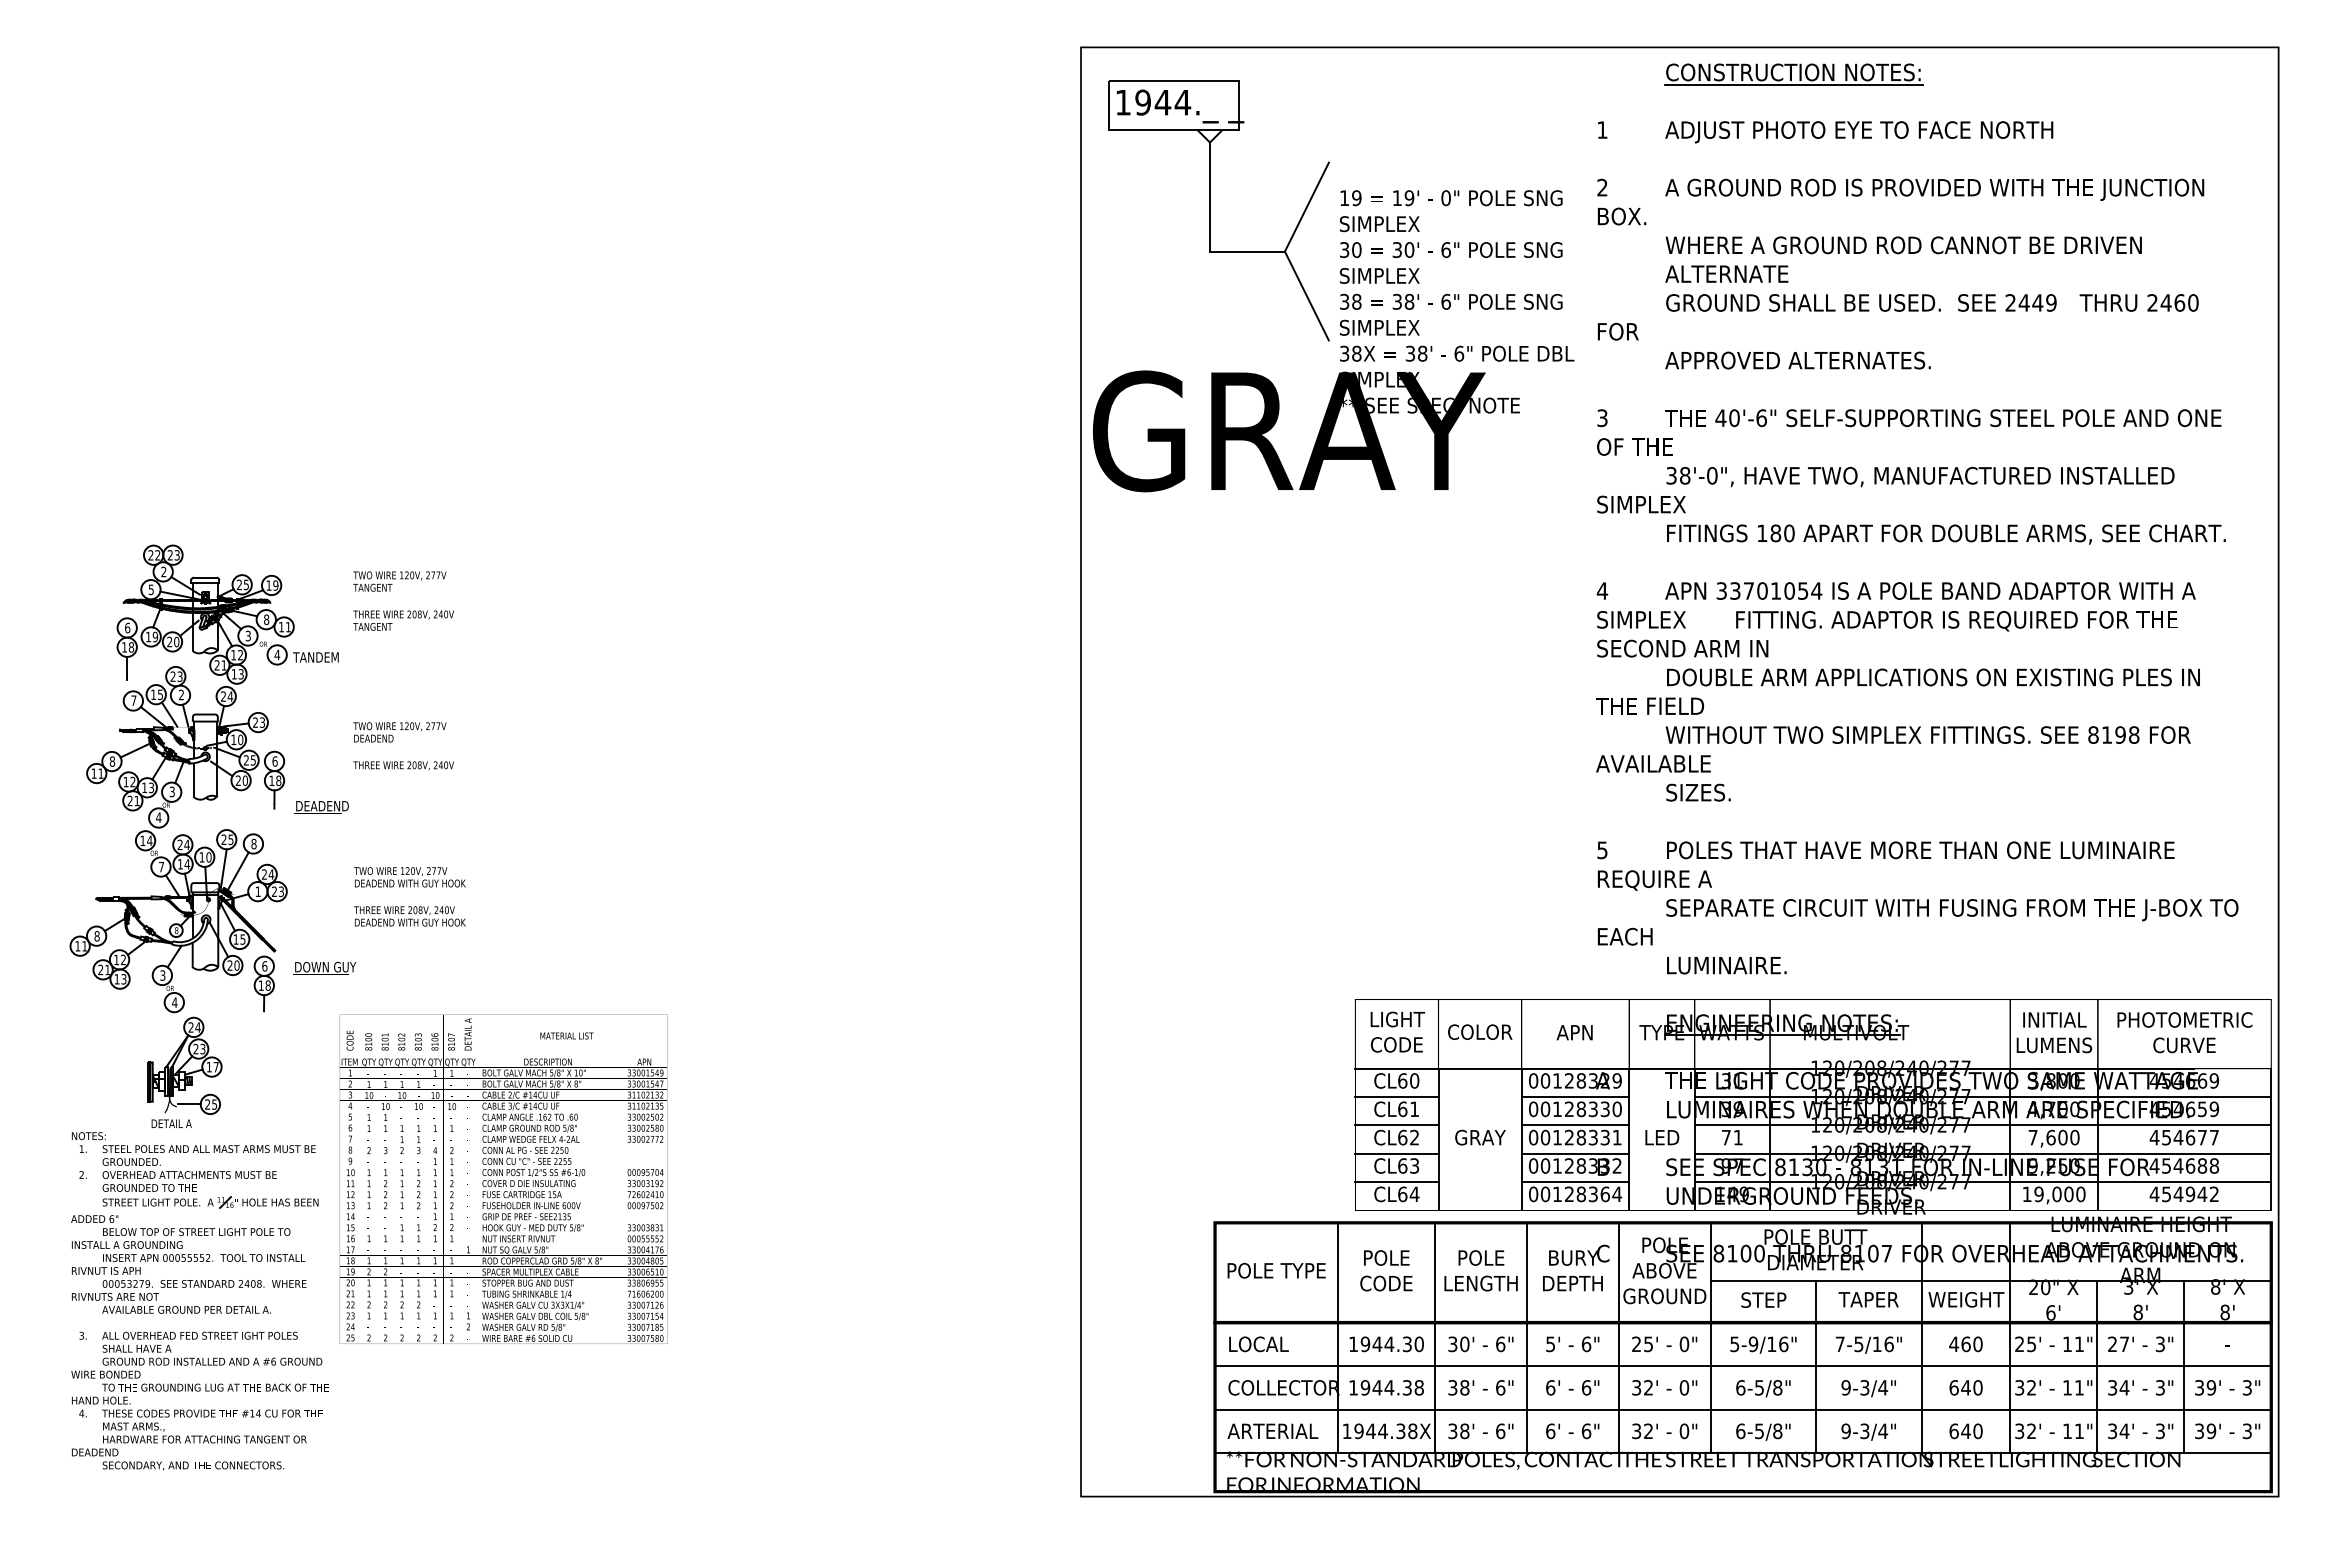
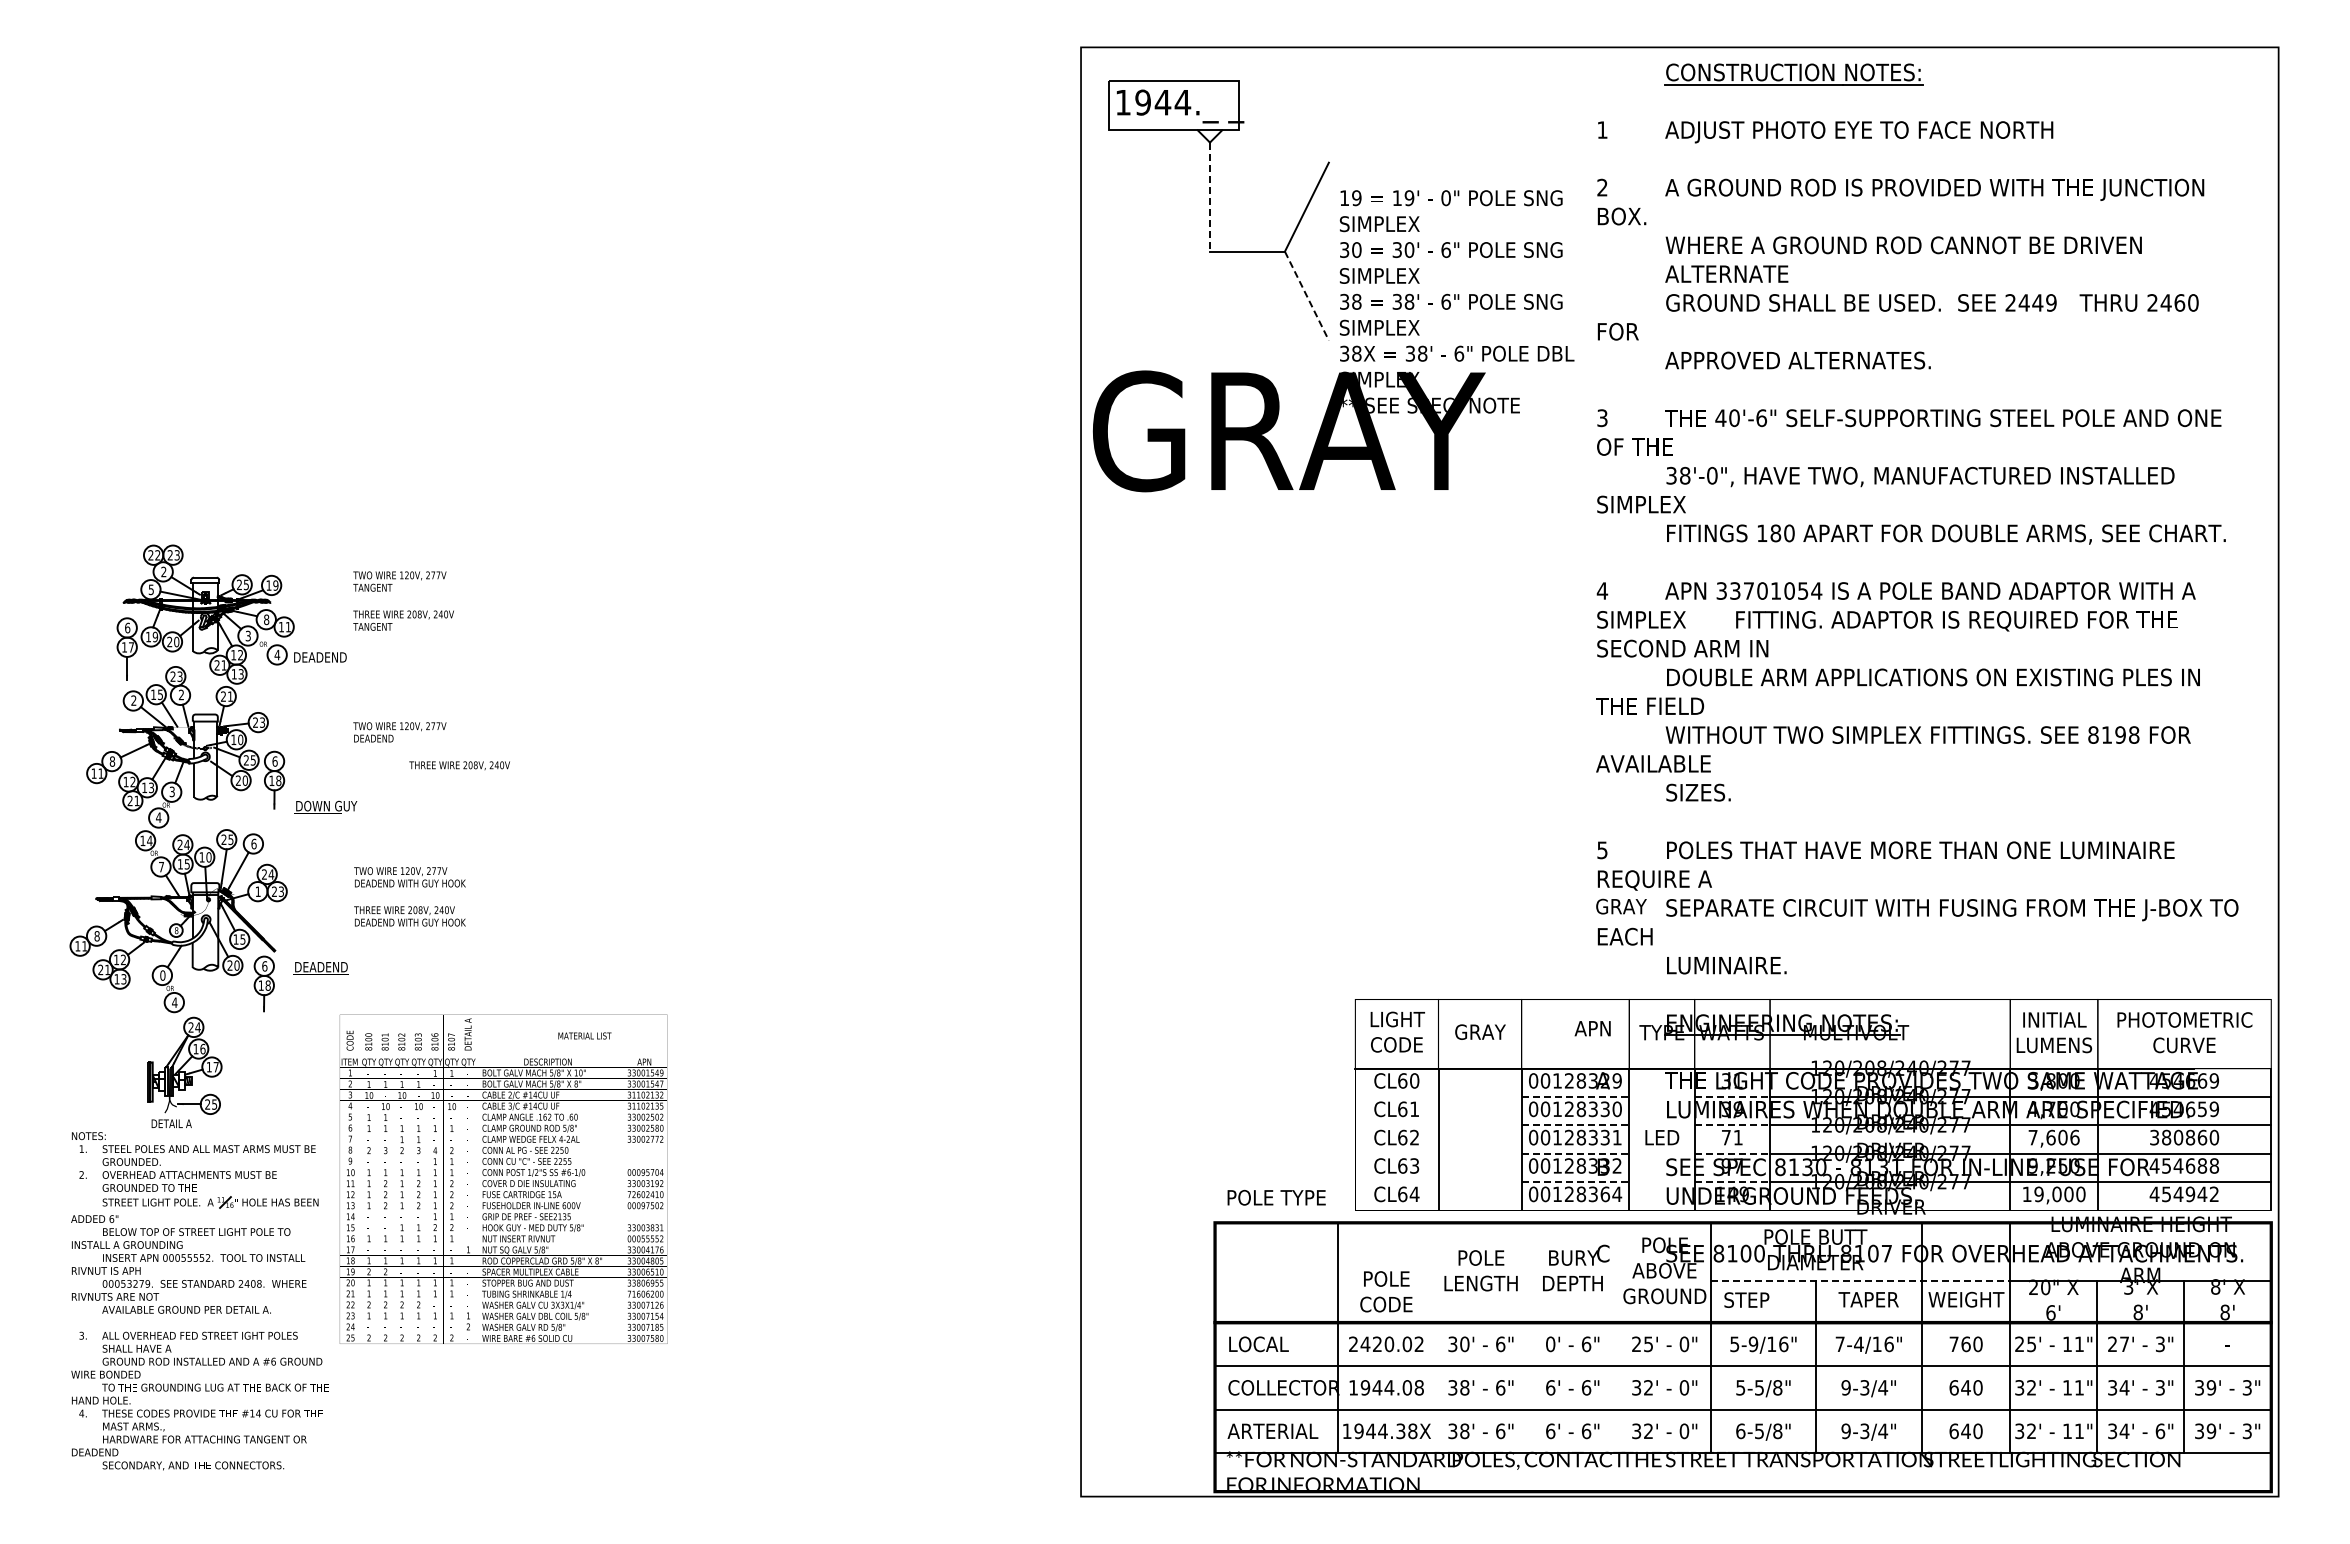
line at (1209, 197): solid -> dashed
line at (1306, 296): solid -> dashed
text at (131, 647): 18 -> 17
text at (319, 657): TANDEM -> DEADEND
text at (230, 696): 24 -> 21
text at (133, 700): 7 -> 2
text at (403, 765) position: (403, 765) -> (459, 765)
text at (330, 805): DEADEND -> DOWN GUY
text at (253, 843): 8 -> 6
text at (187, 864): 14 -> 15
text at (329, 966): DOWN GUY -> DEADEND
text at (162, 975): 3 -> 0
text at (1480, 1031): COLOR -> GRAY
text at (1574, 1032) position: (1574, 1032) -> (1592, 1028)
text at (566, 1035) position: (566, 1035) -> (584, 1035)
text at (199, 1048): 23 -> 16
line at (1396, 1097): present -> none
line at (1575, 1097): solid -> dashed
line at (1732, 1097): solid -> dashed
line at (1396, 1125): present -> none
line at (1575, 1125): solid -> dashed
line at (1732, 1125): solid -> dashed
text at (1480, 1137) position: (1480, 1137) -> (1621, 906)
text at (2074, 1137): 7,600 -> 7,606
text at (2184, 1137): 454677 -> 380860
line at (1396, 1153): present -> none
line at (1575, 1153): solid -> dashed
line at (1732, 1153): solid -> dashed
line at (1396, 1182): present -> none
line at (1575, 1182): solid -> dashed
line at (1732, 1182): solid -> dashed
text at (1276, 1270) position: (1276, 1270) -> (1276, 1197)
text at (1386, 1270) position: (1386, 1270) -> (1386, 1291)
line at (1860, 1280): solid -> dashed
text at (1763, 1299) position: (1763, 1299) -> (1746, 1299)
line at (1435, 1337): present -> none
line at (1527, 1337): present -> none
line at (1618, 1337): present -> none
text at (1954, 1343): 460 -> 760
text at (1386, 1344): 1944.30 -> 2420.02
text at (1550, 1344): 5' -> 0'
text at (1858, 1344): 7-5/16" -> 7-4/16"
text at (1407, 1387): 1944.38 -> 1944.08
text at (1740, 1387): 6-5/8" -> 5-5/8"
text at (2160, 1431): 3" -> 6"
